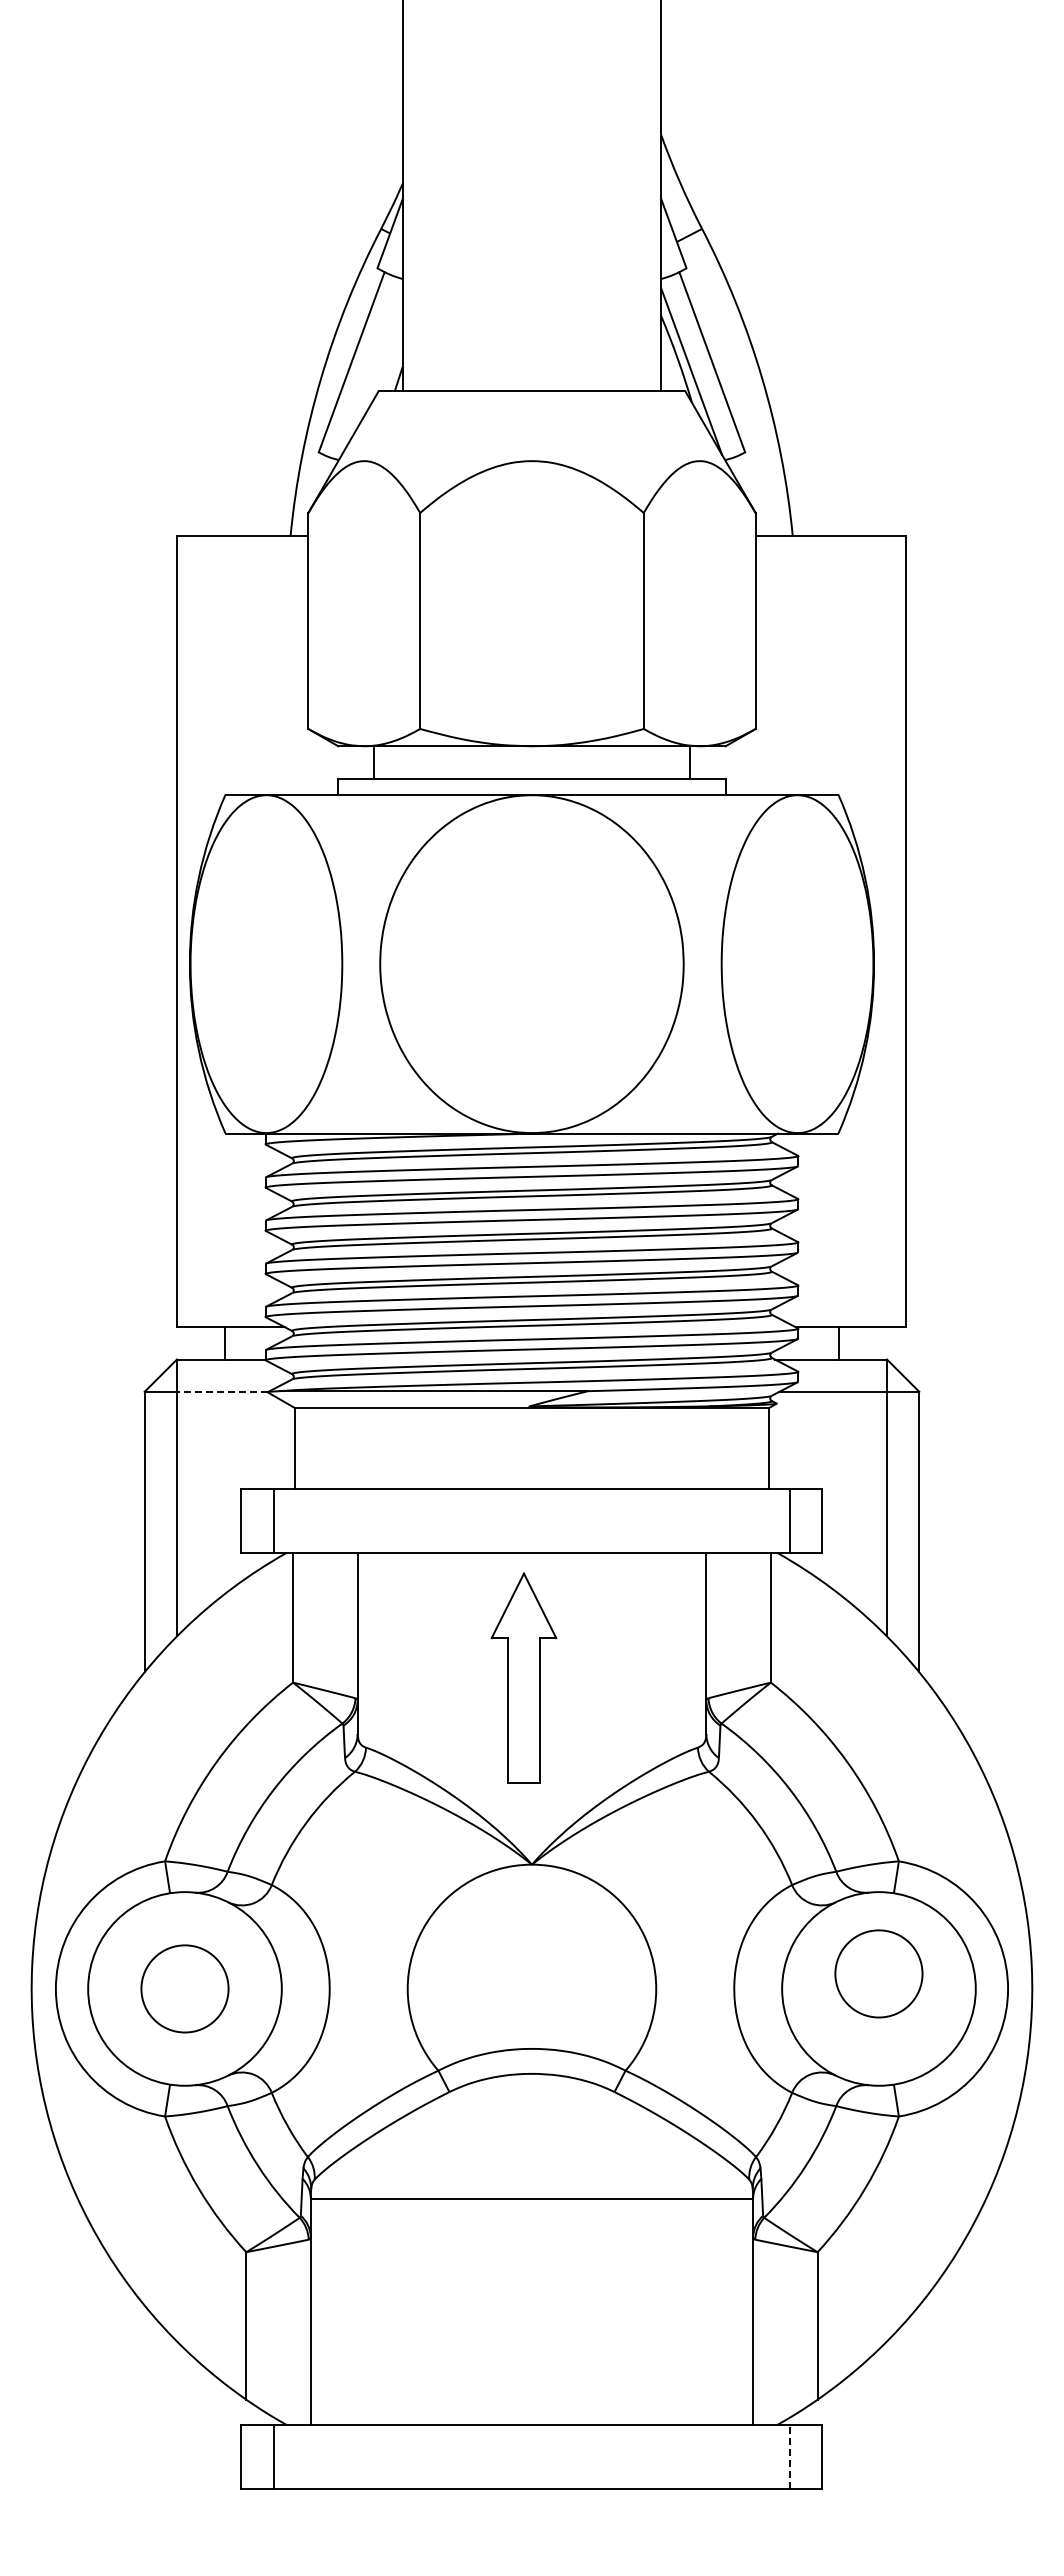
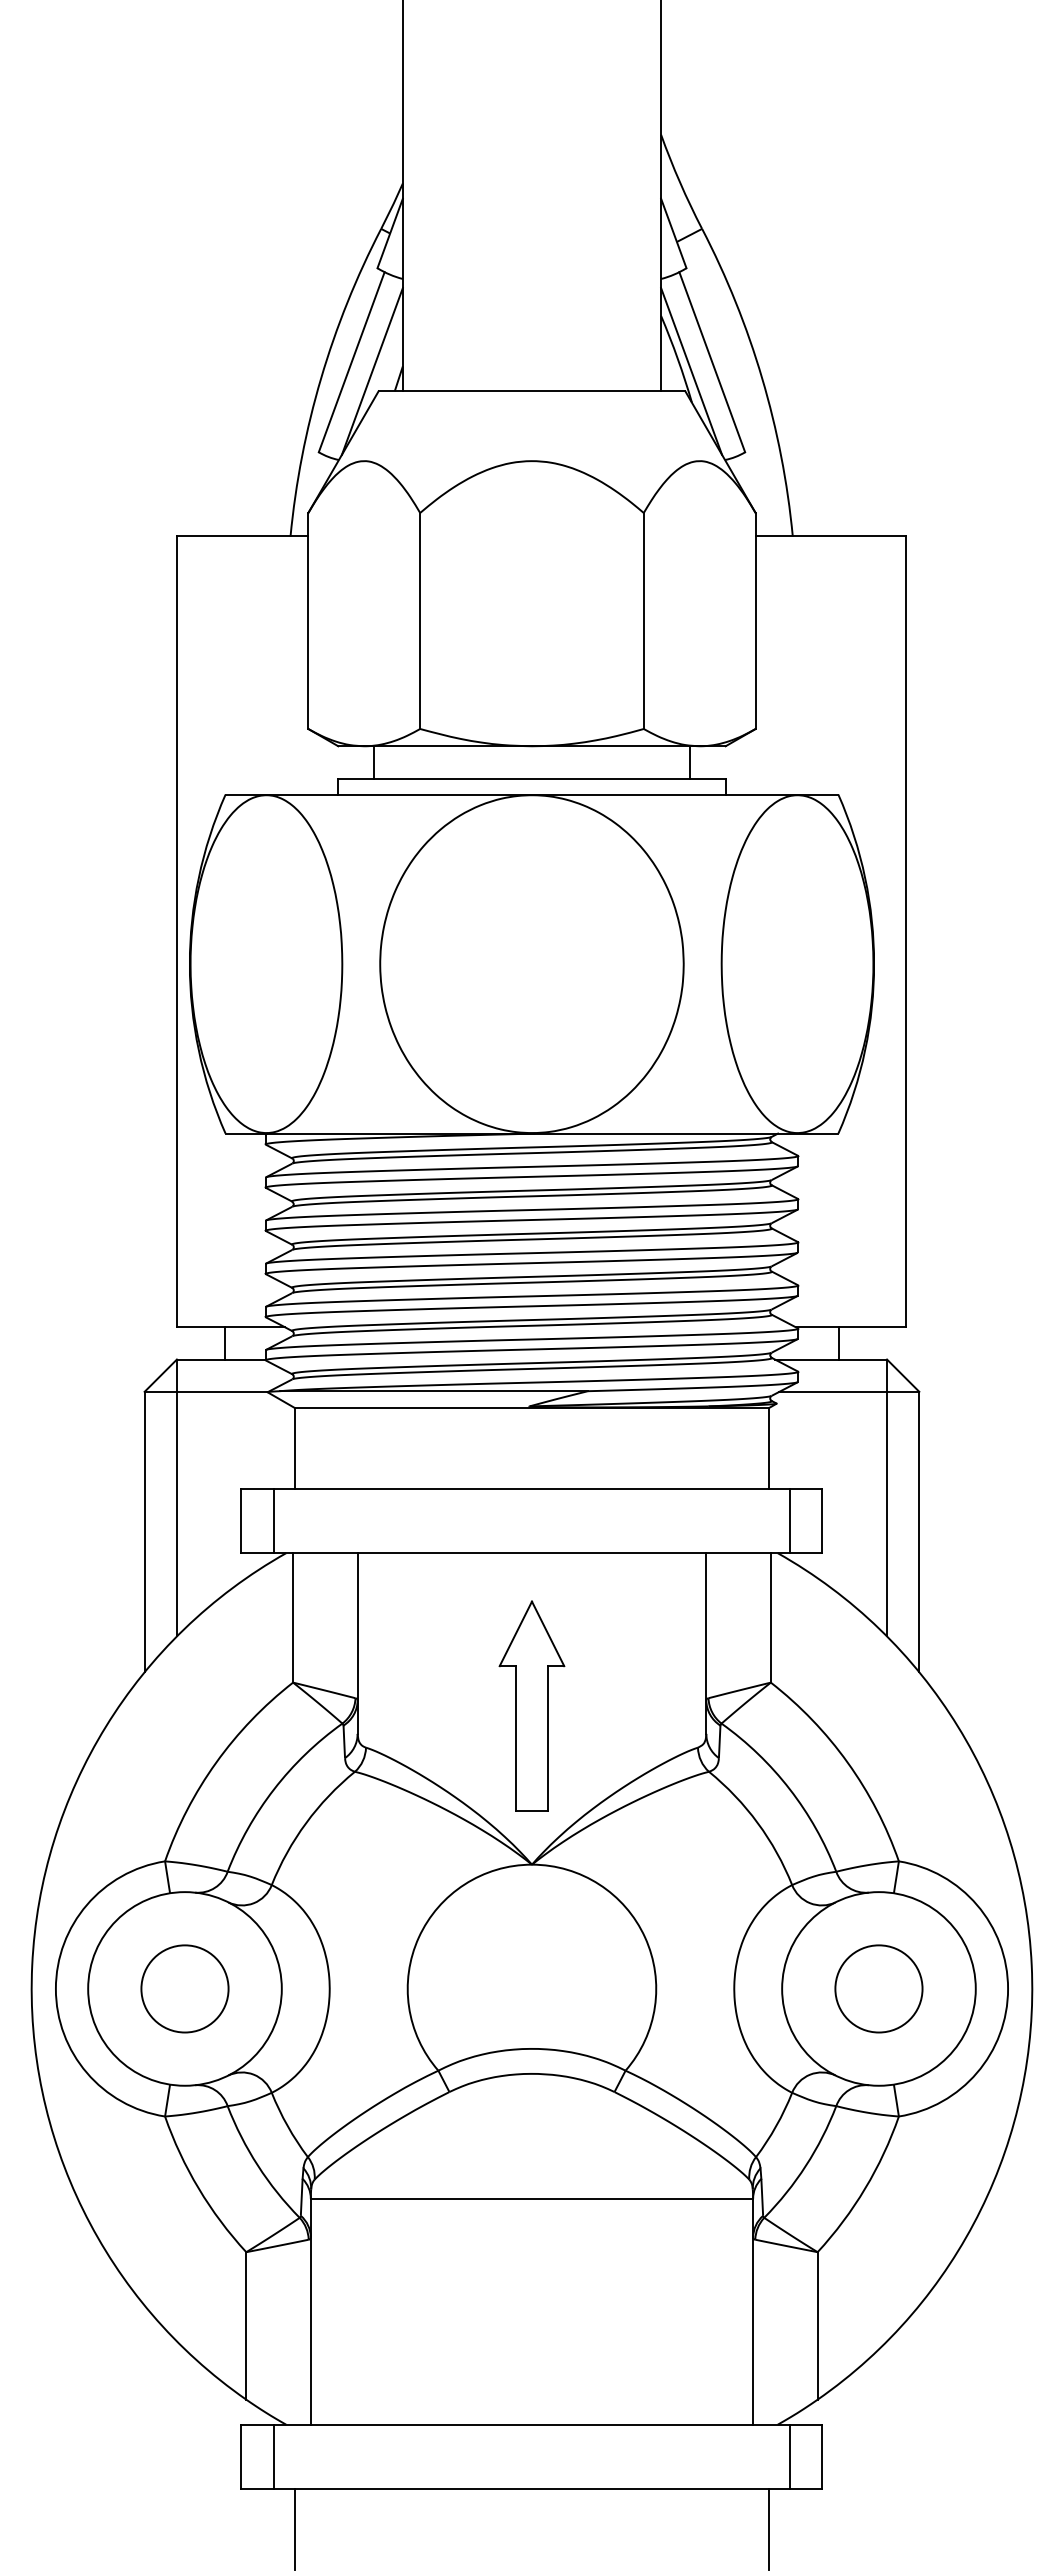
line at (371, 371): none -> present
line at (221, 1391): dashed -> solid
part at (523, 1677) position: (523, 1677) -> (531, 1705)
circle at (878, 1973) position: (878, 1973) -> (878, 1988)
line at (790, 2456): dashed -> solid
line at (294, 2529): none -> present
line at (769, 2529): none -> present
